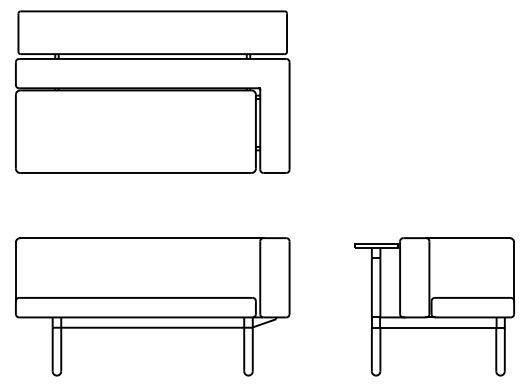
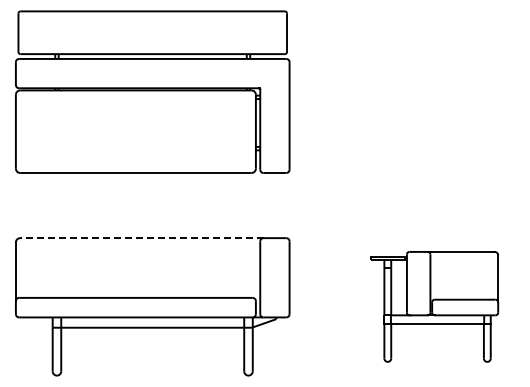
line at (141, 238): solid -> dashed
part at (434, 306) size: 161x140 px -> 130x112 px
